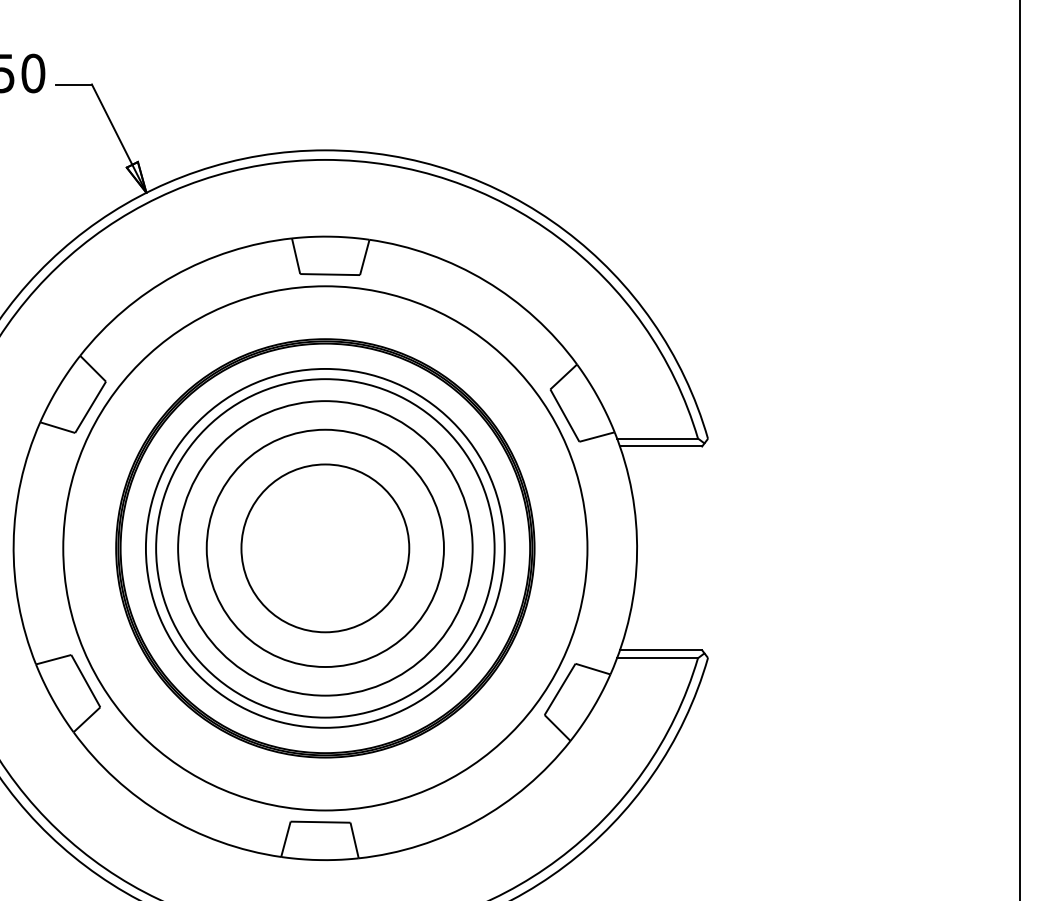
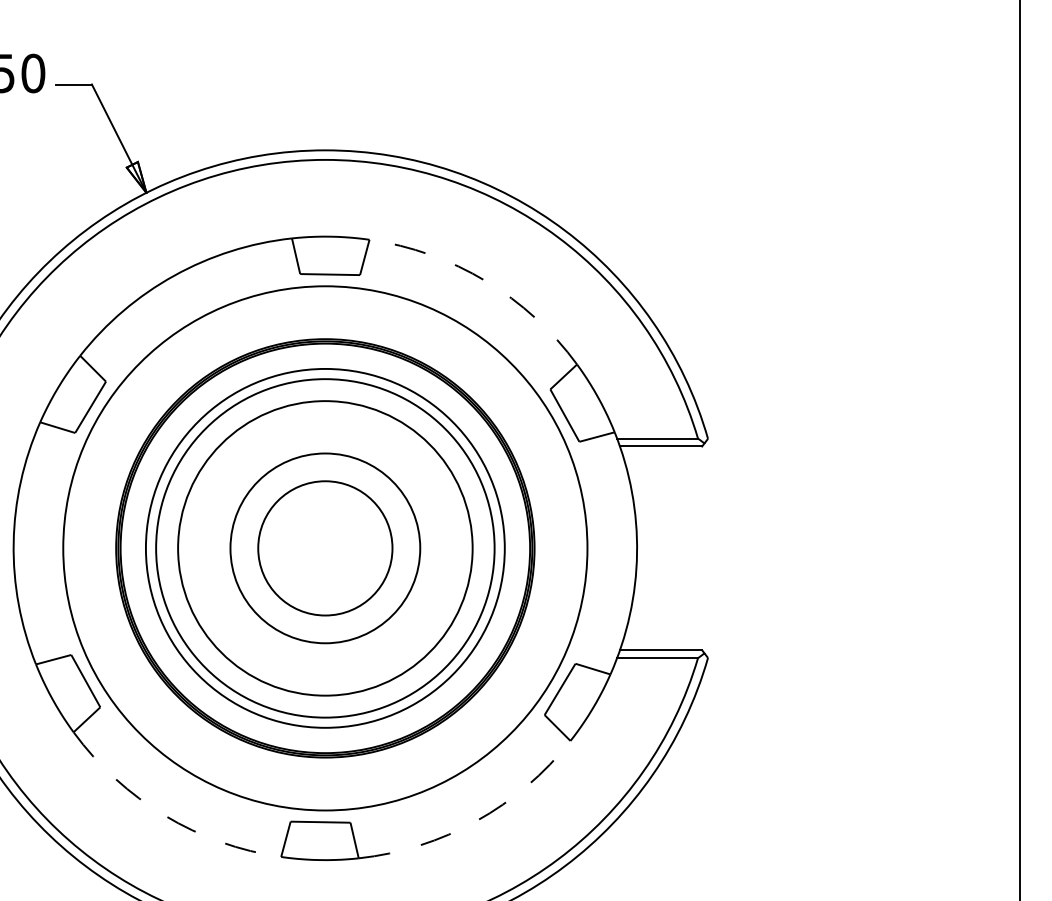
arc at (485, 281): solid -> dashed
circle at (324, 548) diameter: 237 px -> 190 px
circle at (325, 548) diameter: 168 px -> 134 px
arc at (164, 815): solid -> dashed
arc at (476, 821): solid -> dashed
